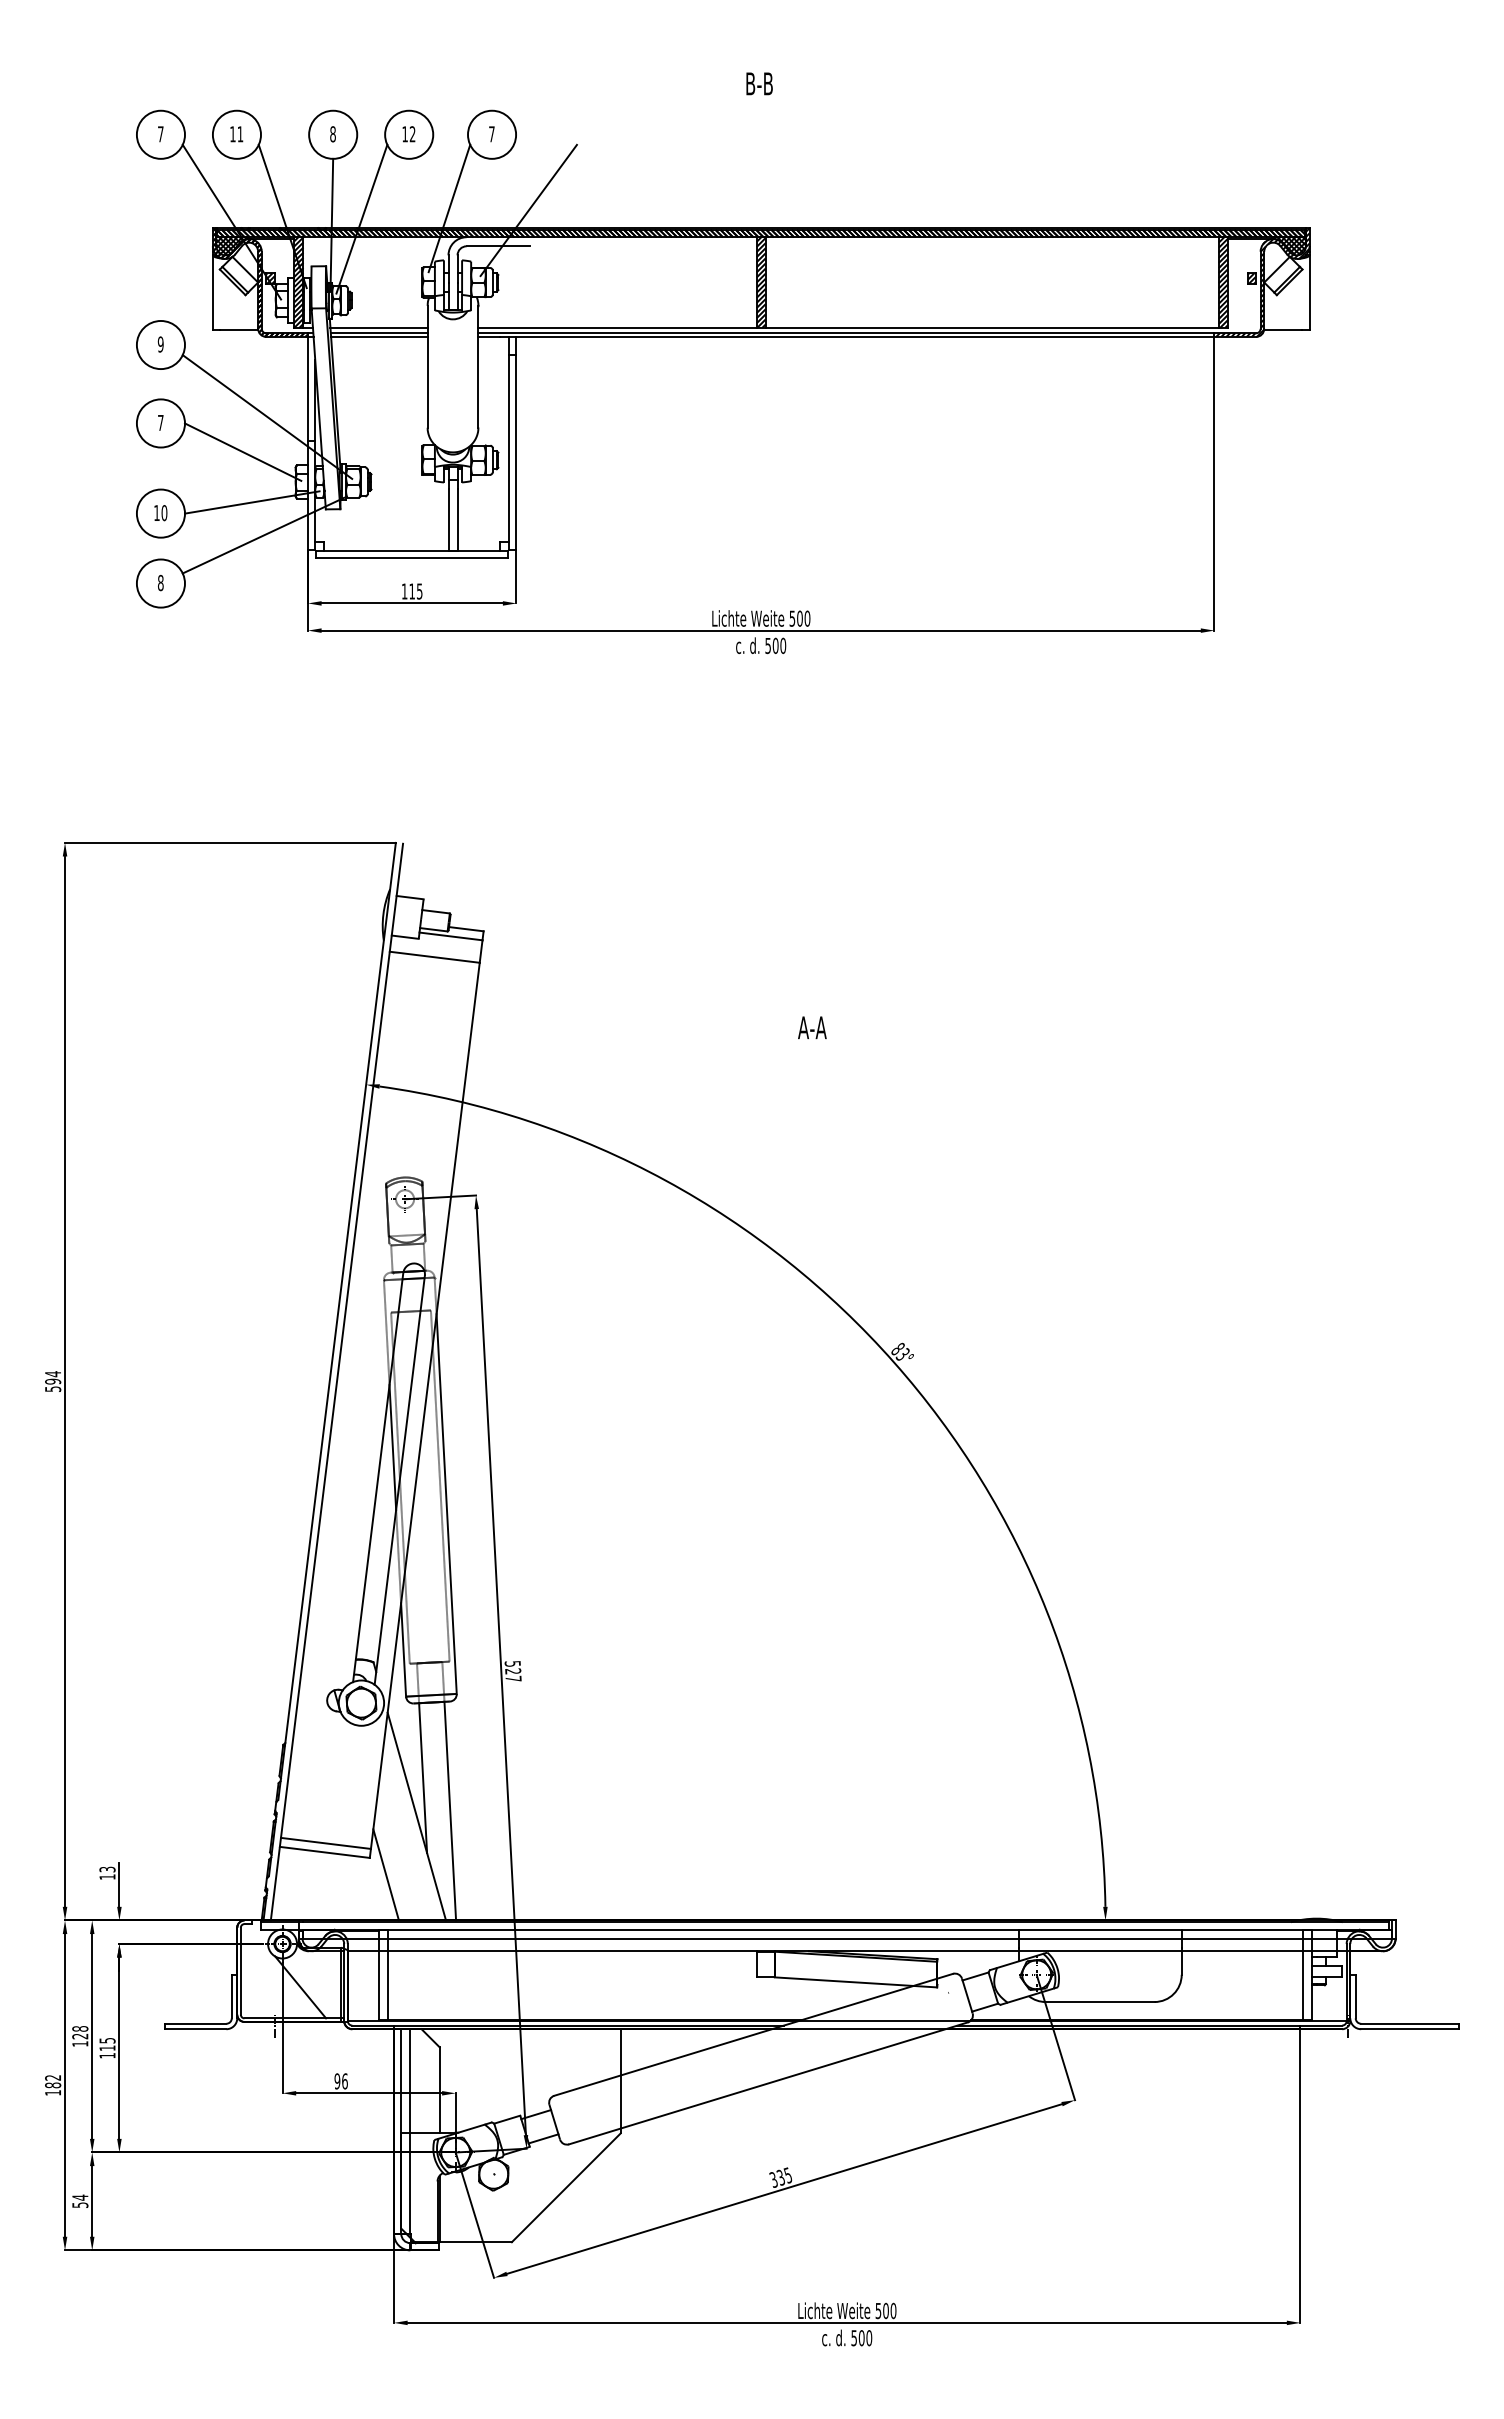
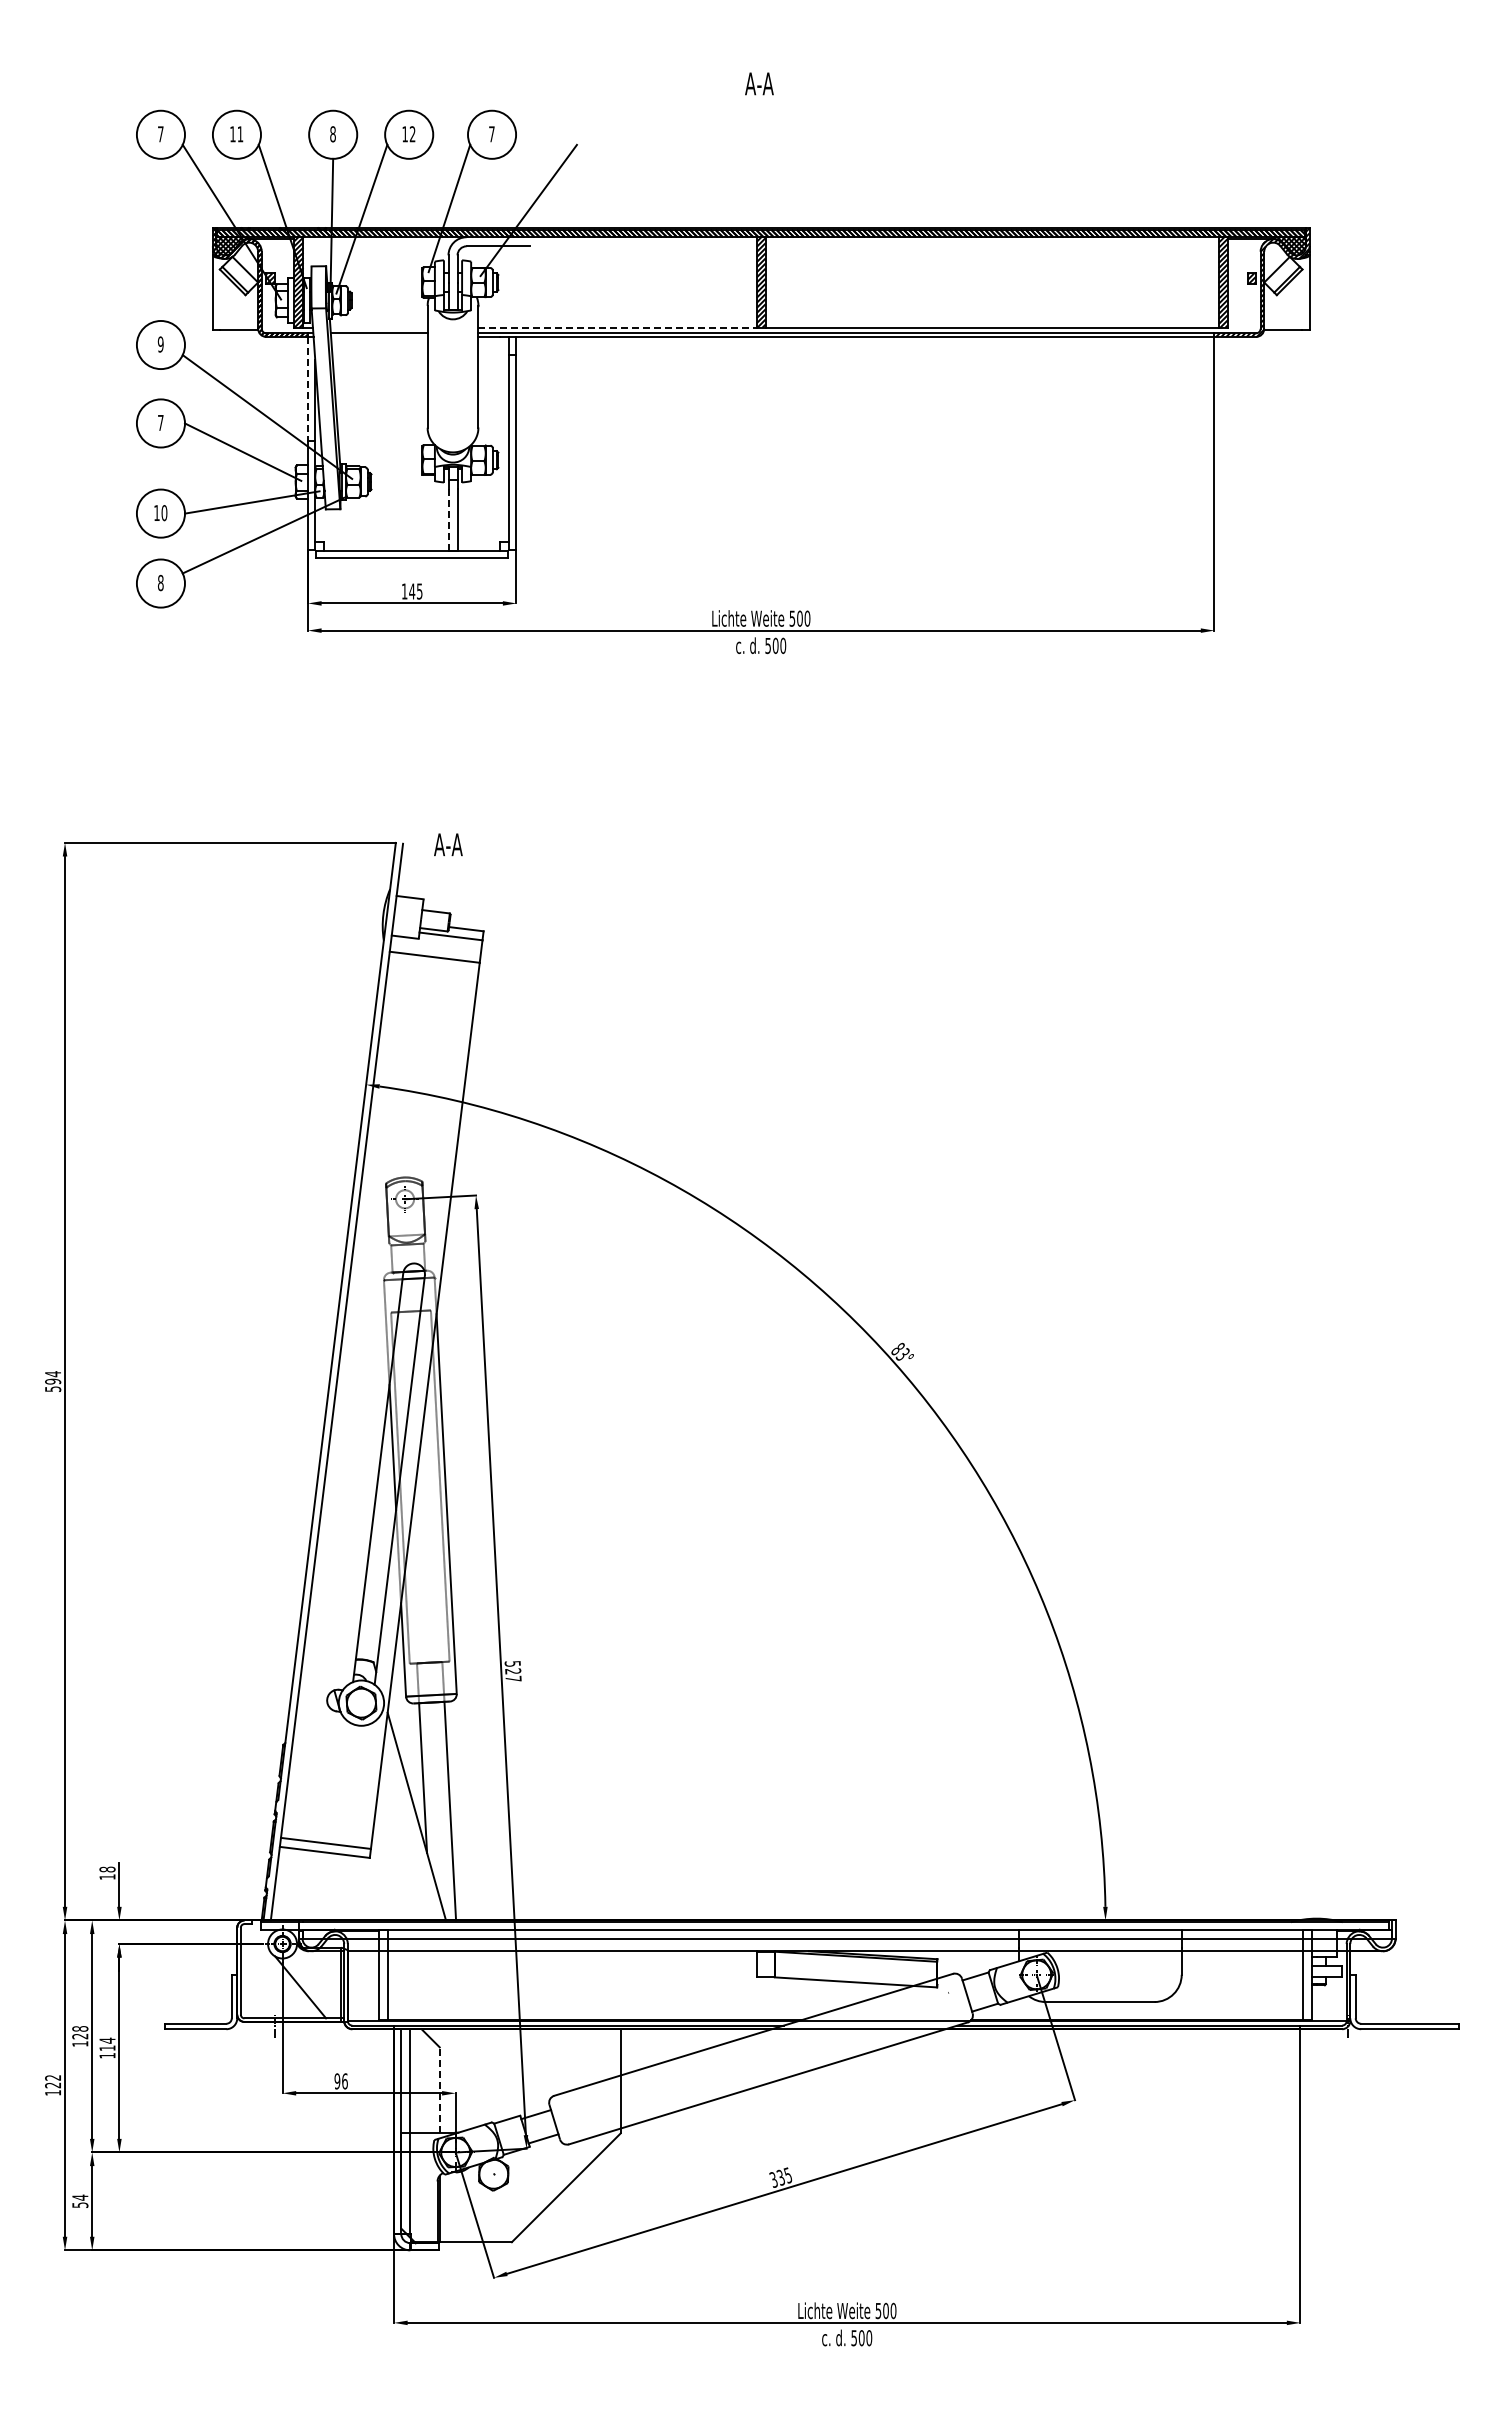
text at (759, 83): B-B -> A-A
line at (378, 327): present -> none
line at (618, 327): solid -> dashed
line at (379, 336): present -> none
line at (308, 389): solid -> dashed
line at (448, 520): solid -> dashed
text at (412, 591): 115 -> 145
text at (812, 1027) position: (812, 1027) -> (448, 844)
text at (107, 1869): 13 -> 18
line at (385, 1874): present -> none
text at (107, 2040): 115 -> 114
text at (53, 2085): 182 -> 122
line at (439, 2089): solid -> dashed
